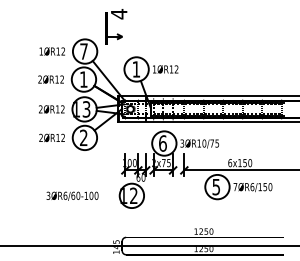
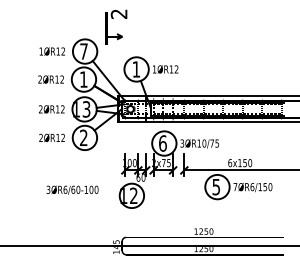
text at (118, 14): 4 -> 2
text at (72, 195) position: (72, 195) -> (72, 189)
